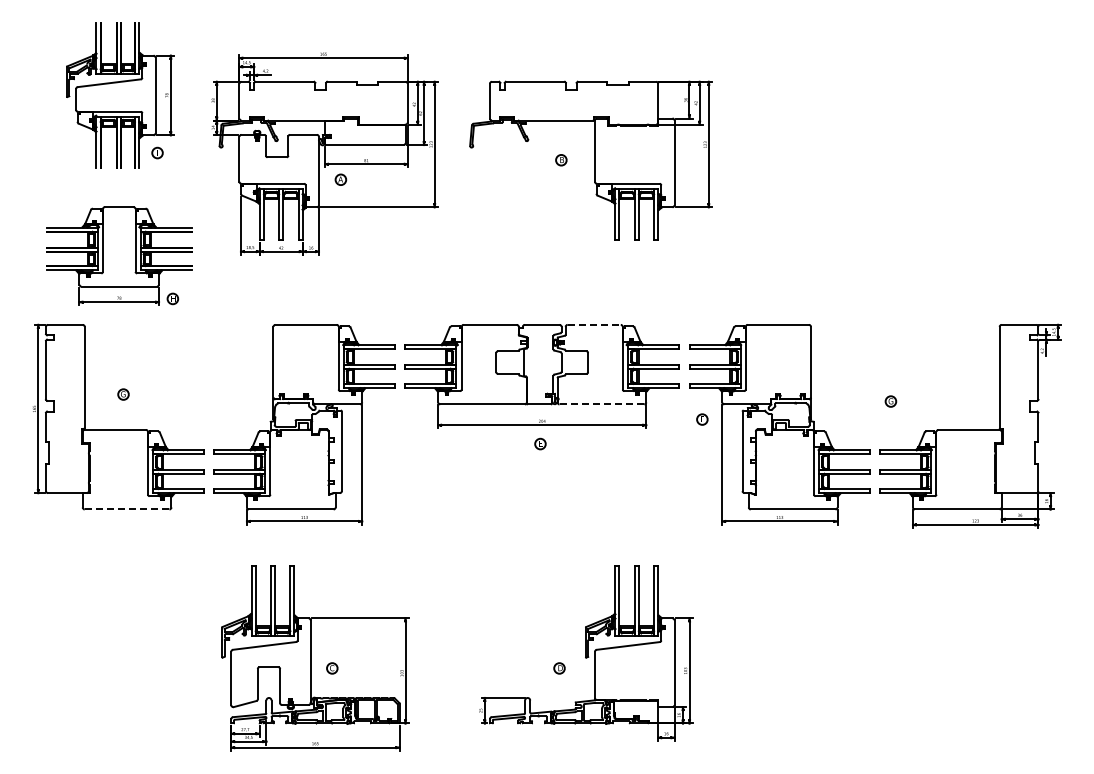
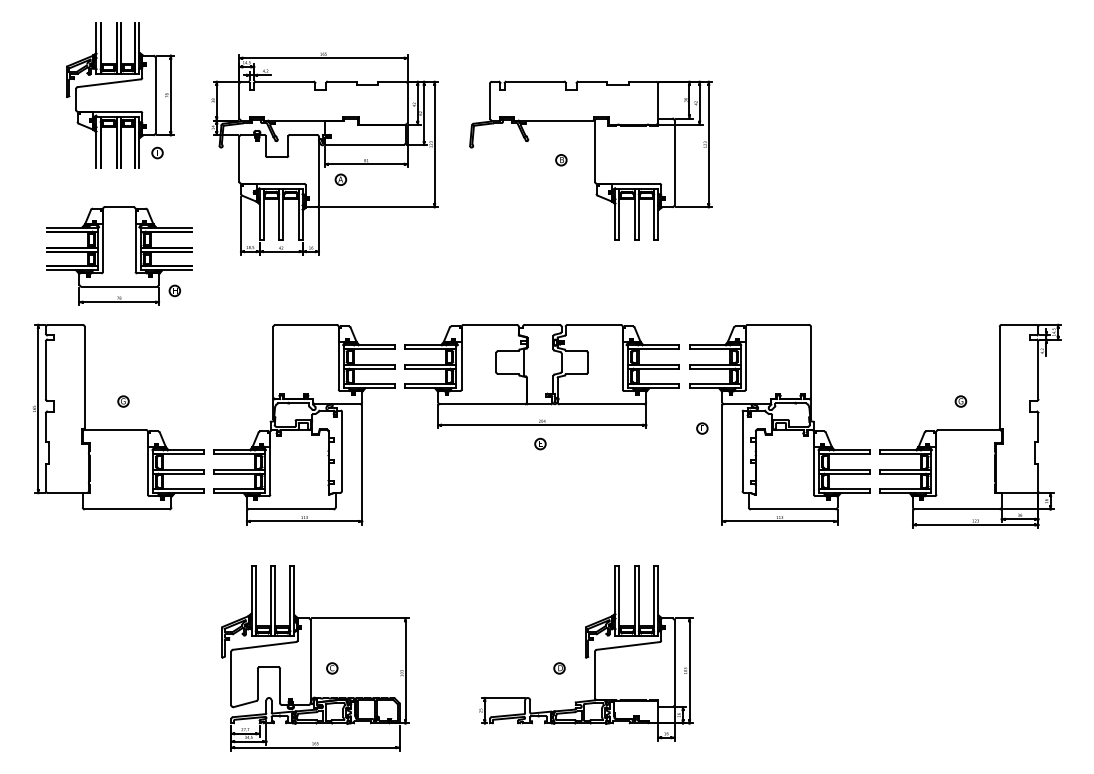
part at (172, 298) position: (172, 298) -> (174, 290)
line at (594, 324): dashed -> solid
part at (123, 394) position: (123, 394) -> (123, 401)
part at (890, 401) position: (890, 401) -> (960, 401)
line at (601, 404): dashed -> solid
part at (702, 419) position: (702, 419) -> (702, 428)
line at (126, 509): dashed -> solid
